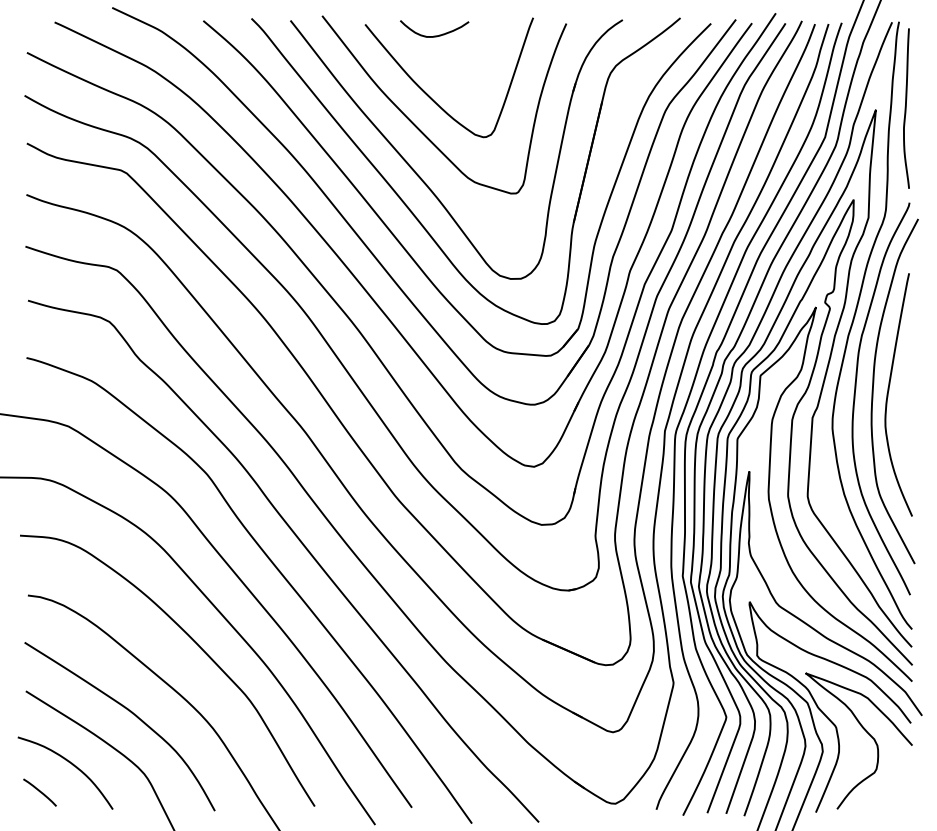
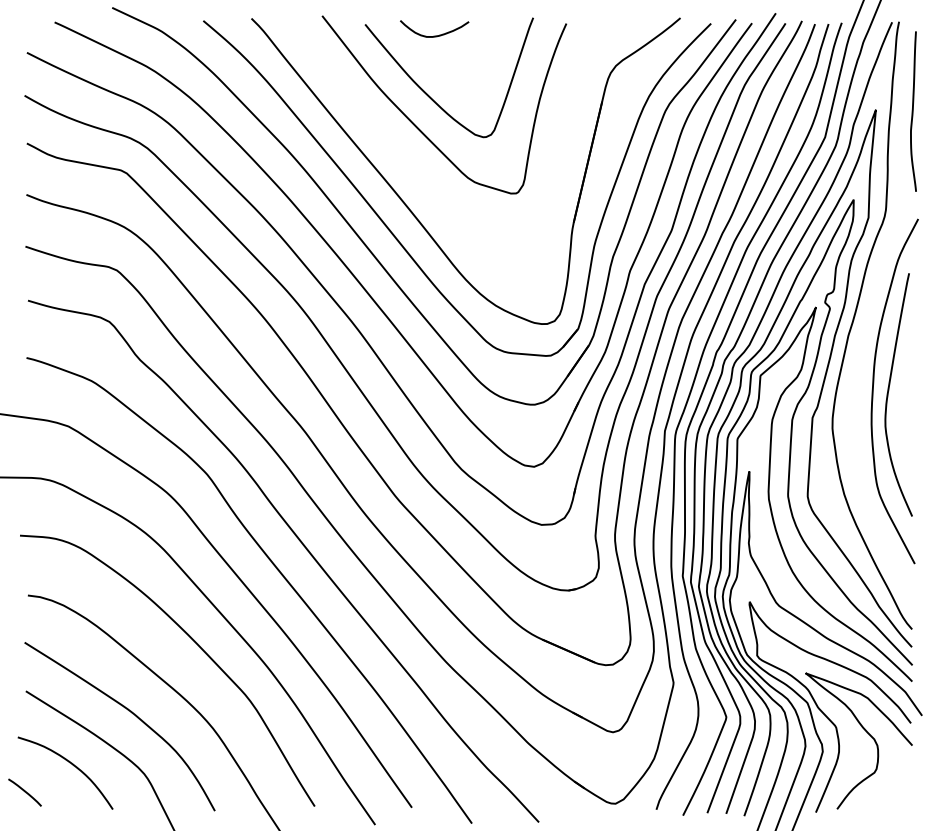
curve at (906, 108) position: (906, 108) -> (913, 111)
part at (421, 177): present -> none
curve at (855, 398): present -> none
line at (39, 792) position: (39, 792) -> (24, 792)
